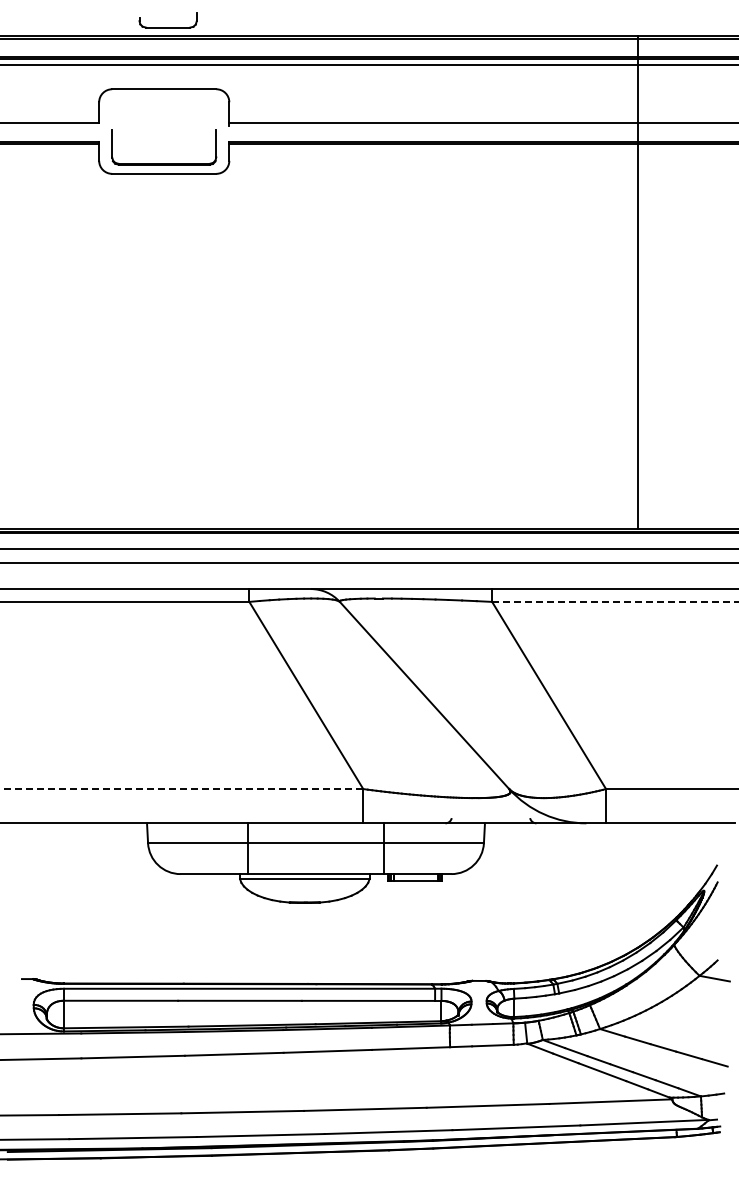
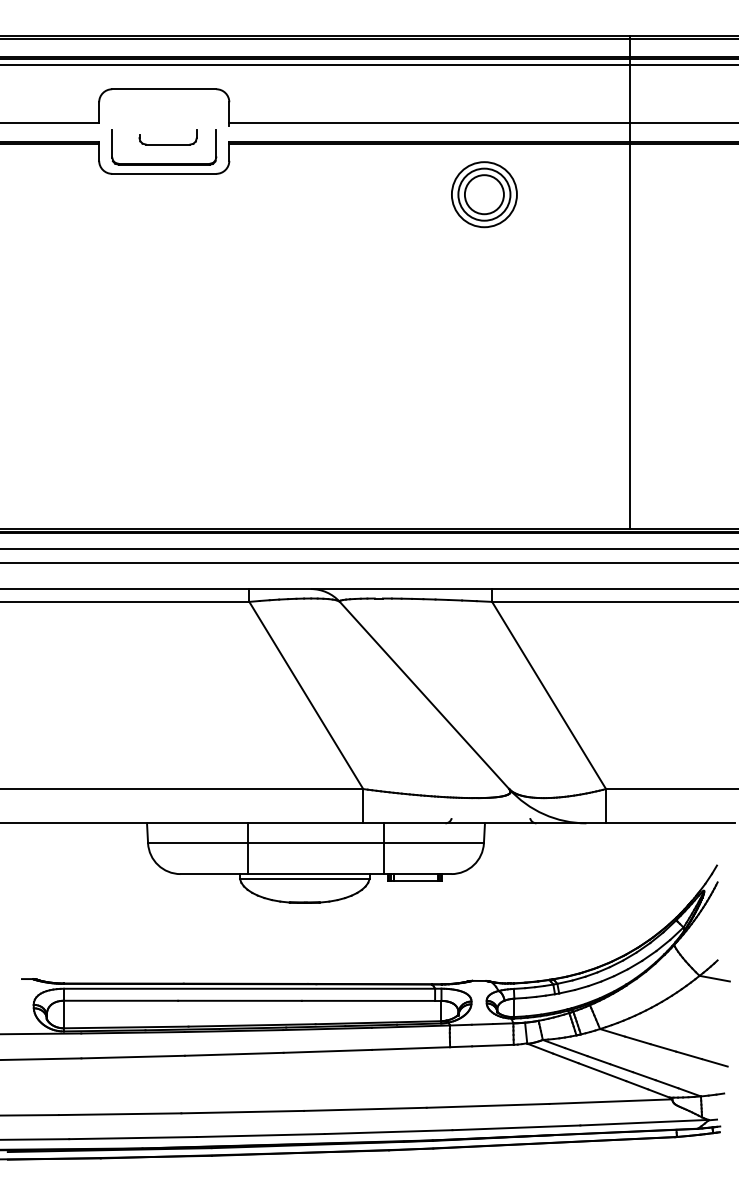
part at (167, 27) position: (167, 27) -> (167, 144)
part at (484, 194): none -> present
line at (638, 282) position: (638, 282) -> (630, 282)
line at (615, 601): dashed -> solid
line at (181, 789): dashed -> solid
